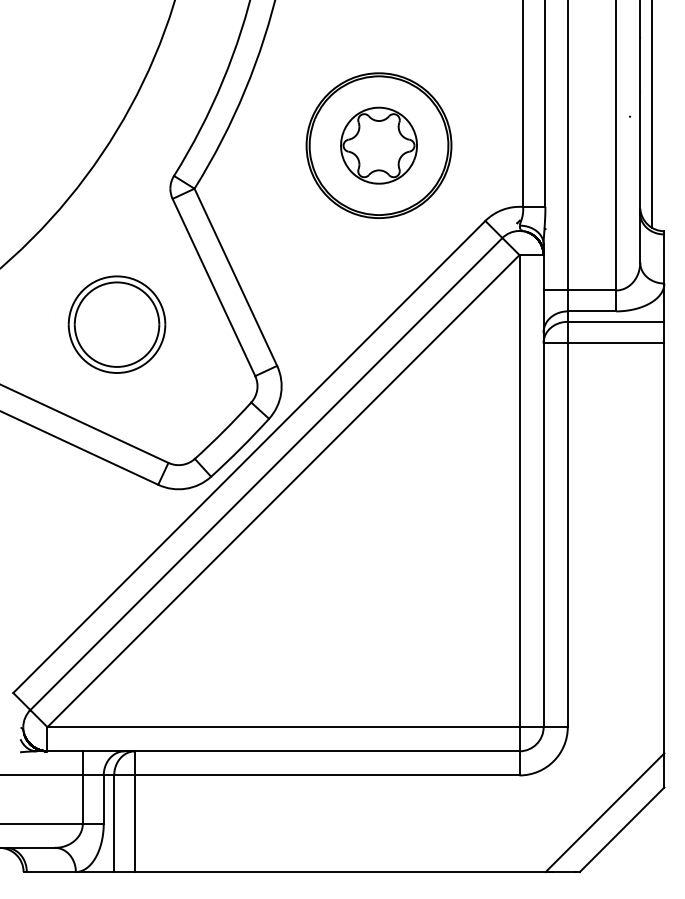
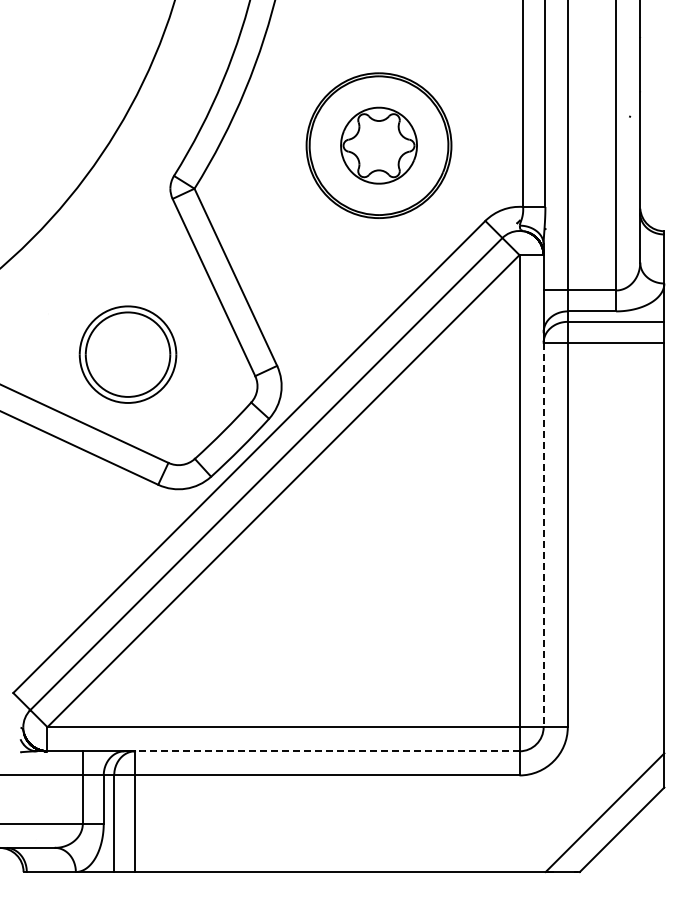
line at (652, 114): present -> none
part at (116, 324) position: (116, 324) -> (127, 354)
line at (543, 535): solid -> dashed
line at (326, 751): solid -> dashed
